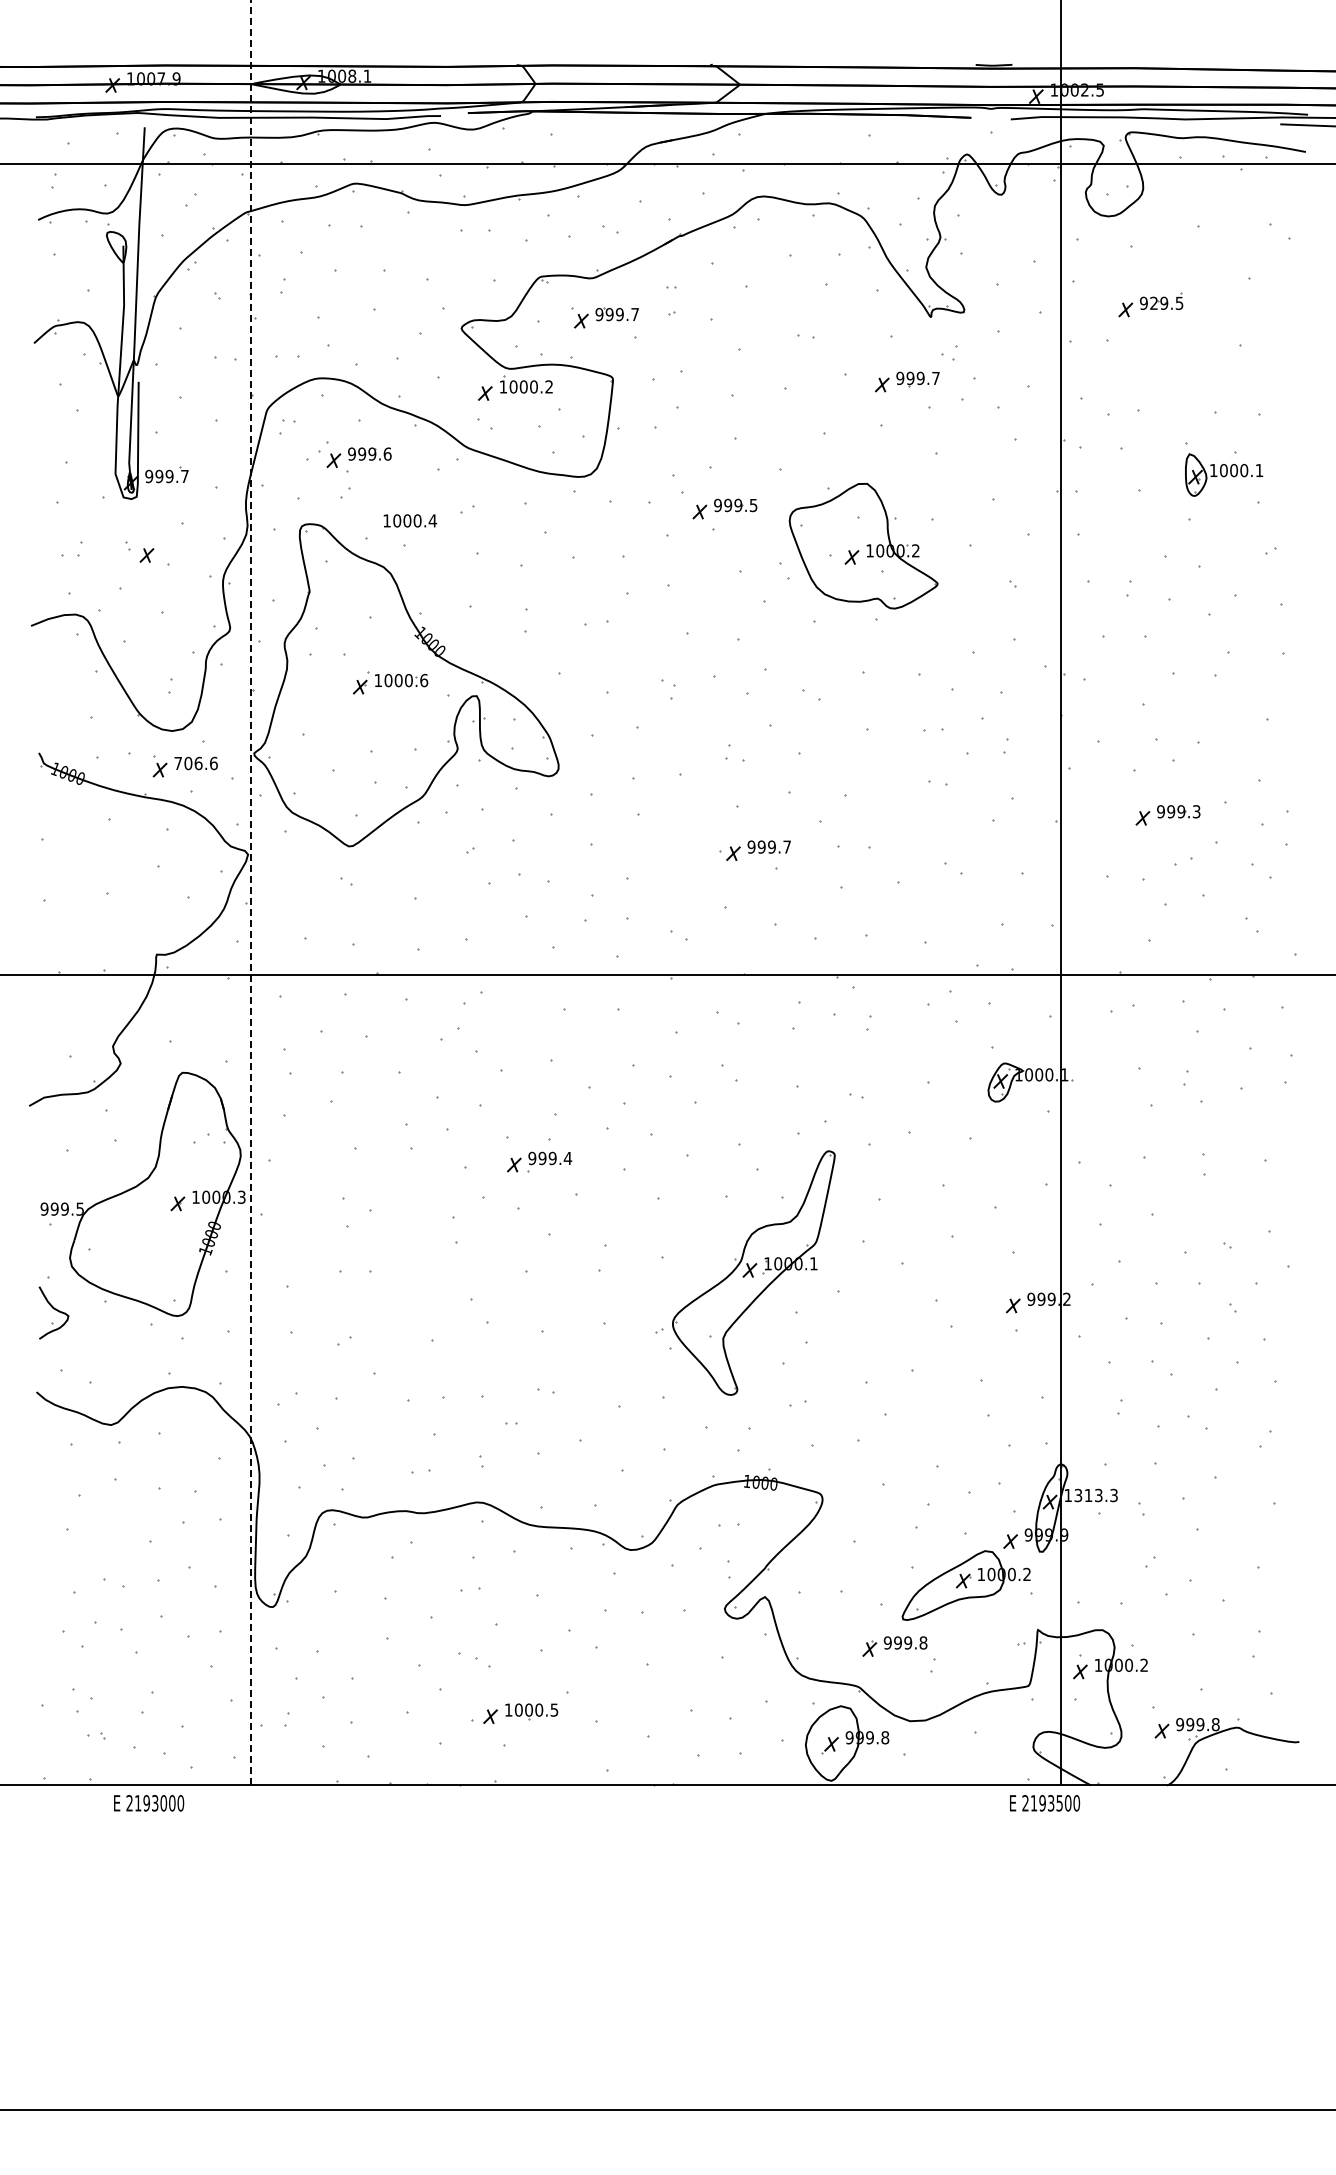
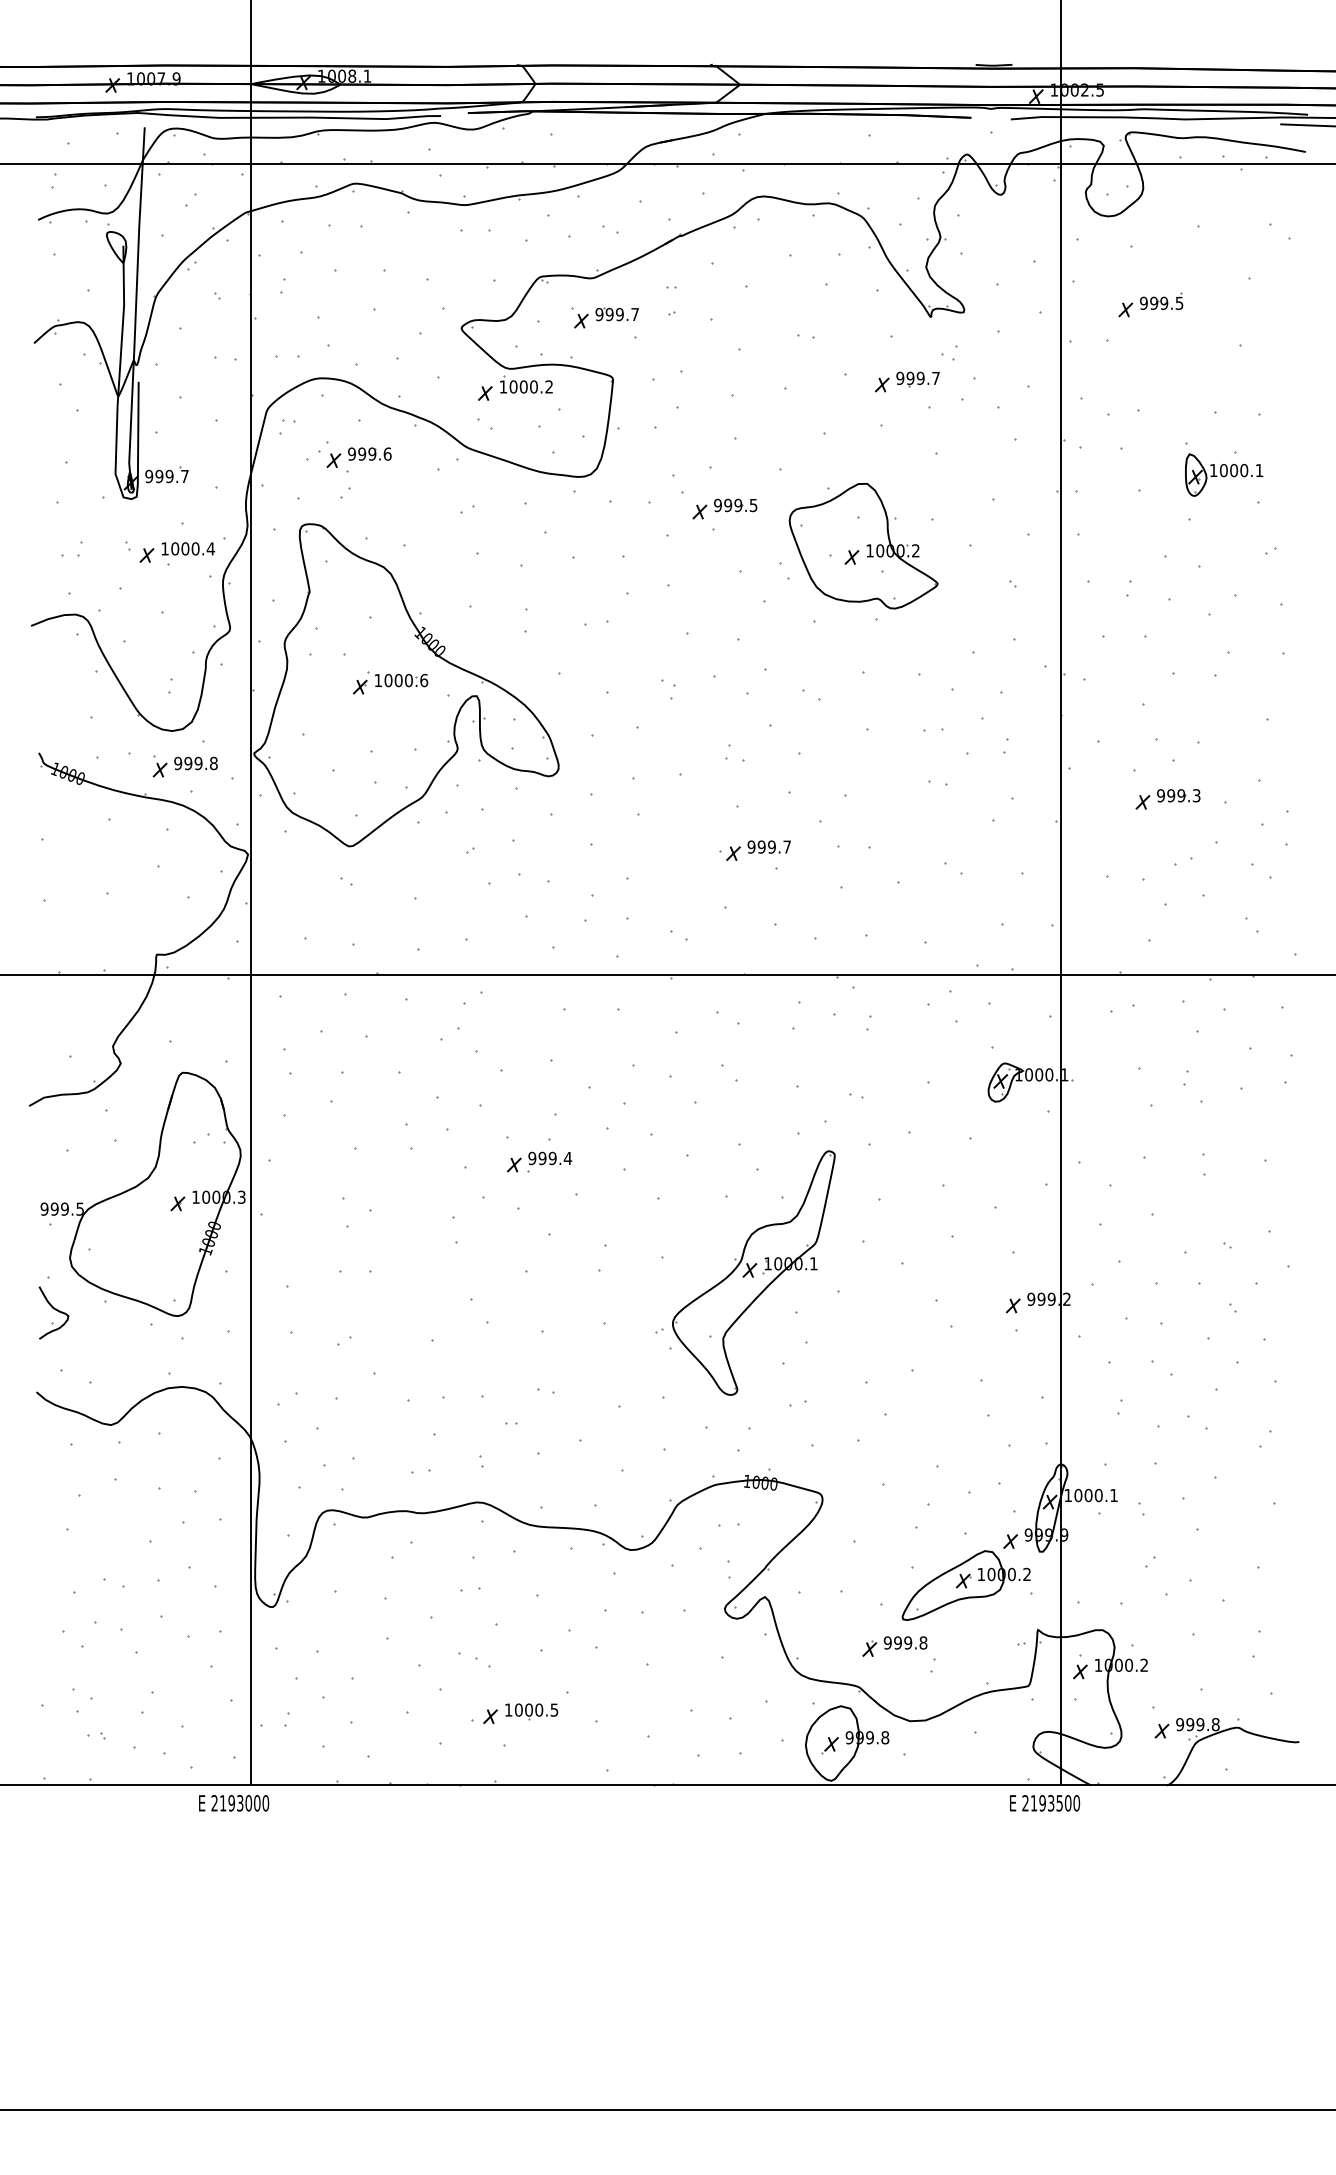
text at (1154, 302): 929.5 -> 999.5
text at (409, 520) position: (409, 520) -> (187, 548)
text at (195, 763): 706.6 -> 999.8
part at (1167, 815) position: (1167, 815) -> (1167, 799)
line at (250, 892): dashed -> solid
text at (1095, 1495): 1313.3 -> 1000.1
text at (149, 1803) position: (149, 1803) -> (234, 1803)
